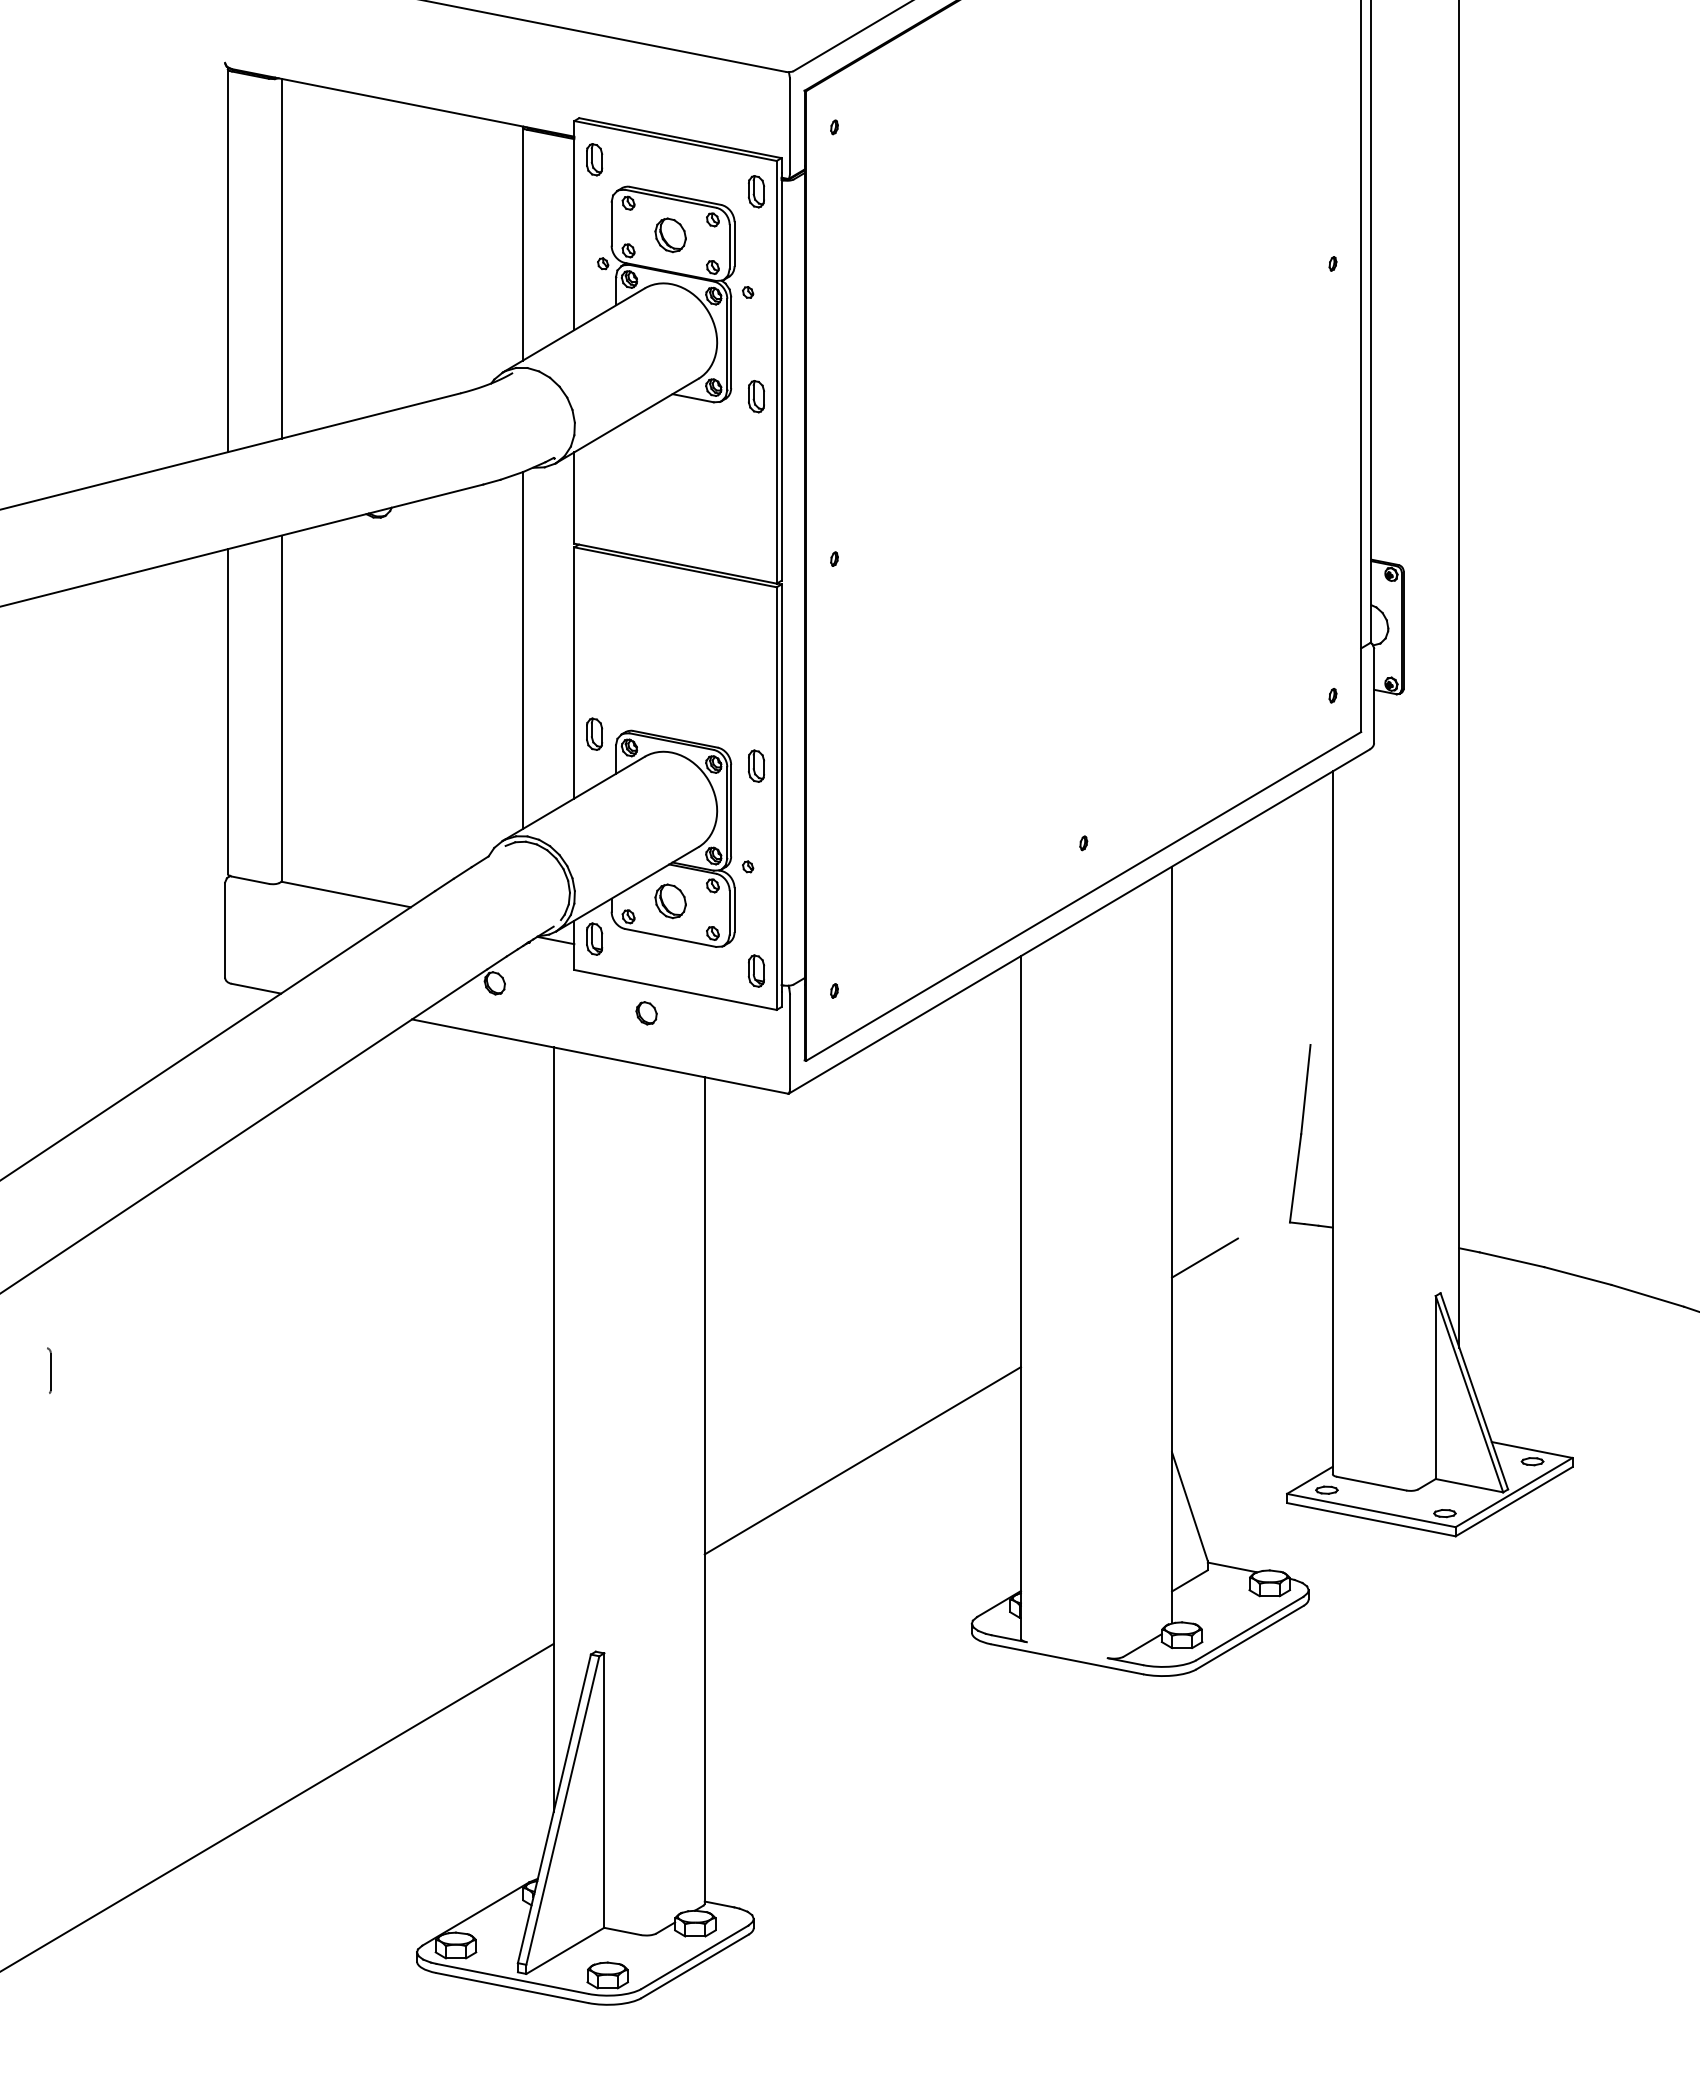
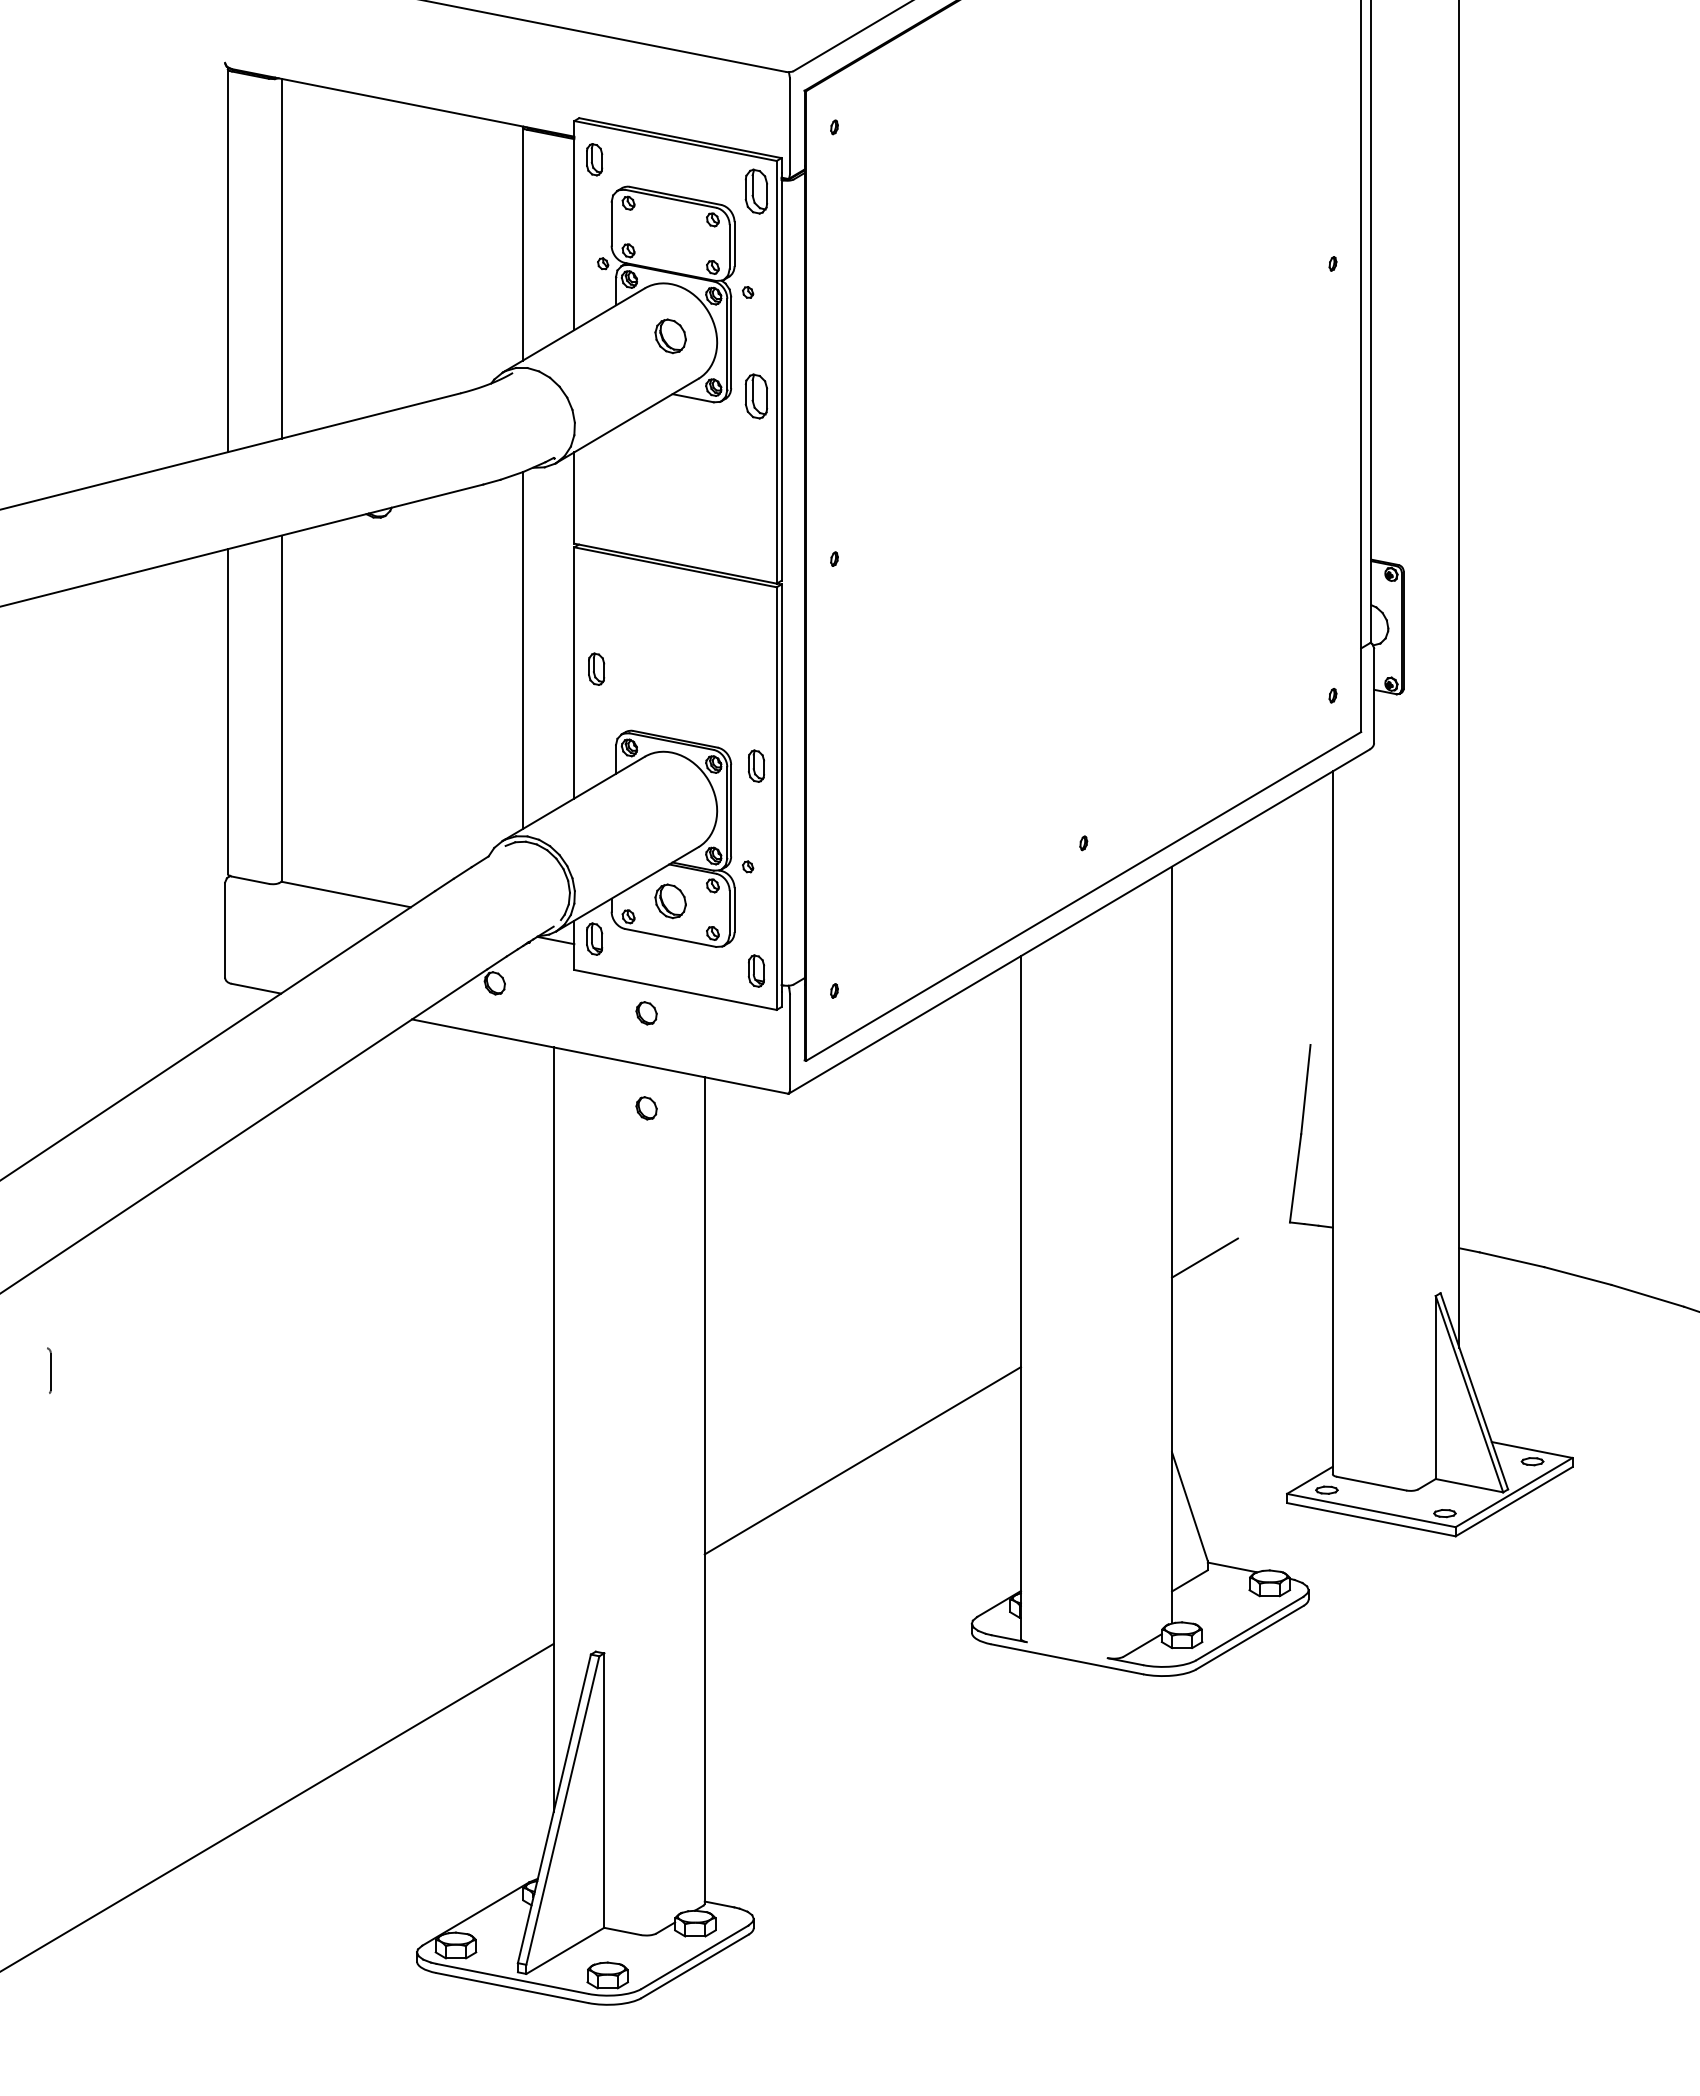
part at (756, 191) size: 19x34 px -> 25x47 px
part at (670, 235) position: (670, 235) -> (670, 336)
part at (756, 396) size: 17x34 px -> 25x47 px
part at (594, 733) position: (594, 733) -> (596, 668)
part at (646, 1108): none -> present
